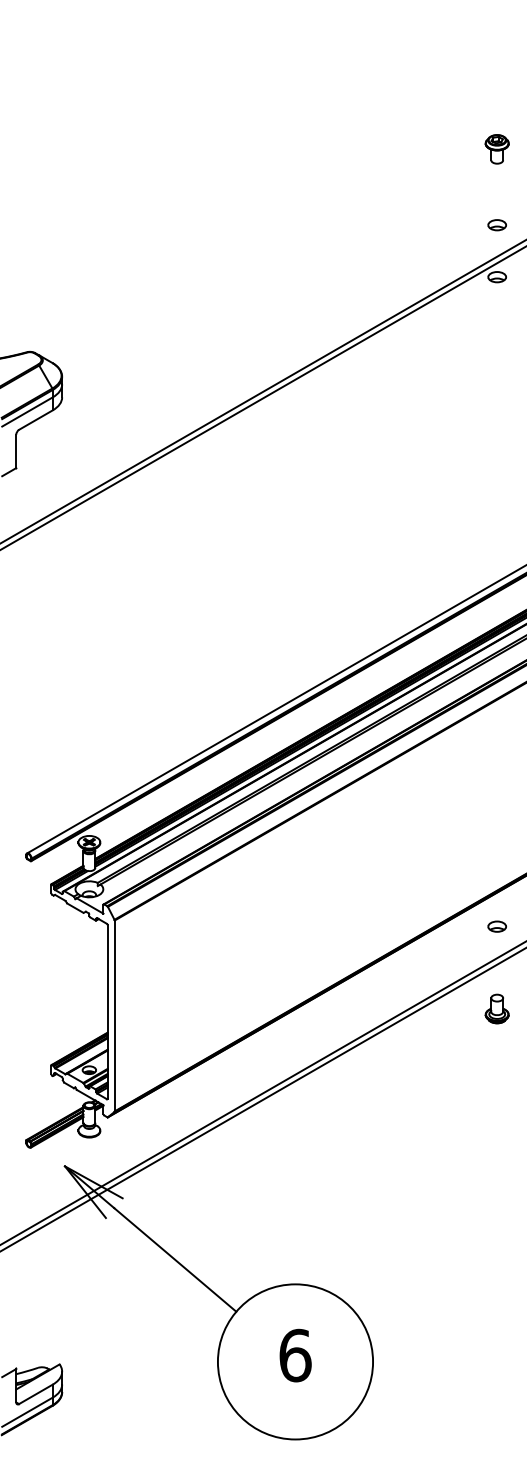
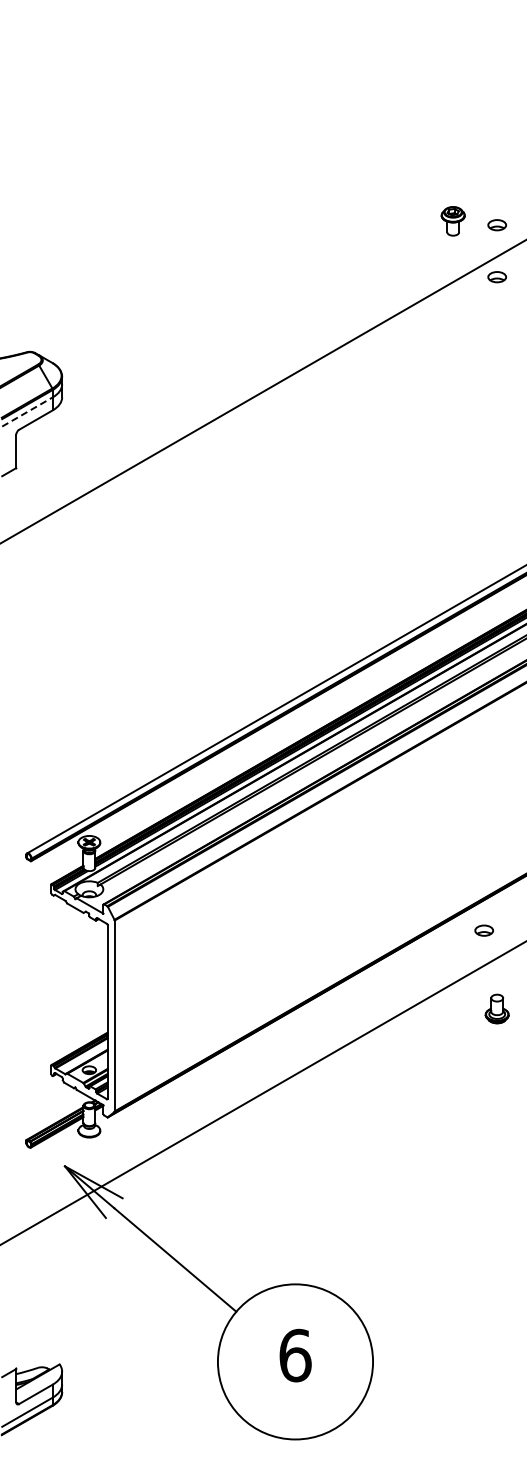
part at (496, 149) position: (496, 149) -> (452, 221)
line at (262, 398): present -> none
line at (27, 411): solid -> dashed
part at (496, 926) position: (496, 926) -> (483, 930)
line at (262, 1099): present -> none
